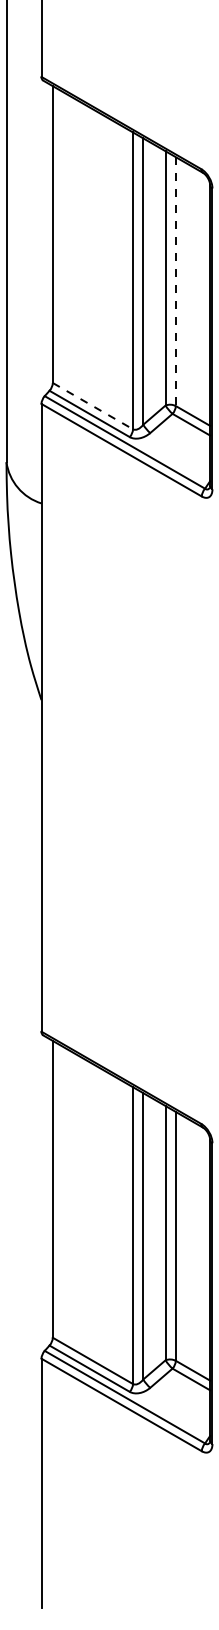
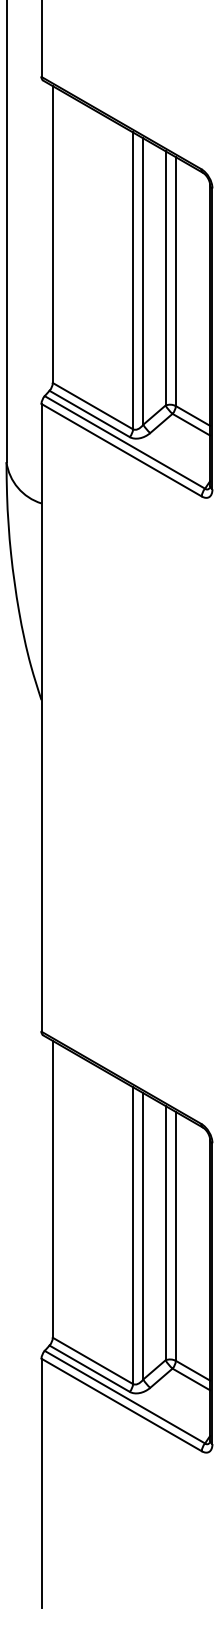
line at (175, 282): dashed -> solid
line at (93, 406): dashed -> solid
